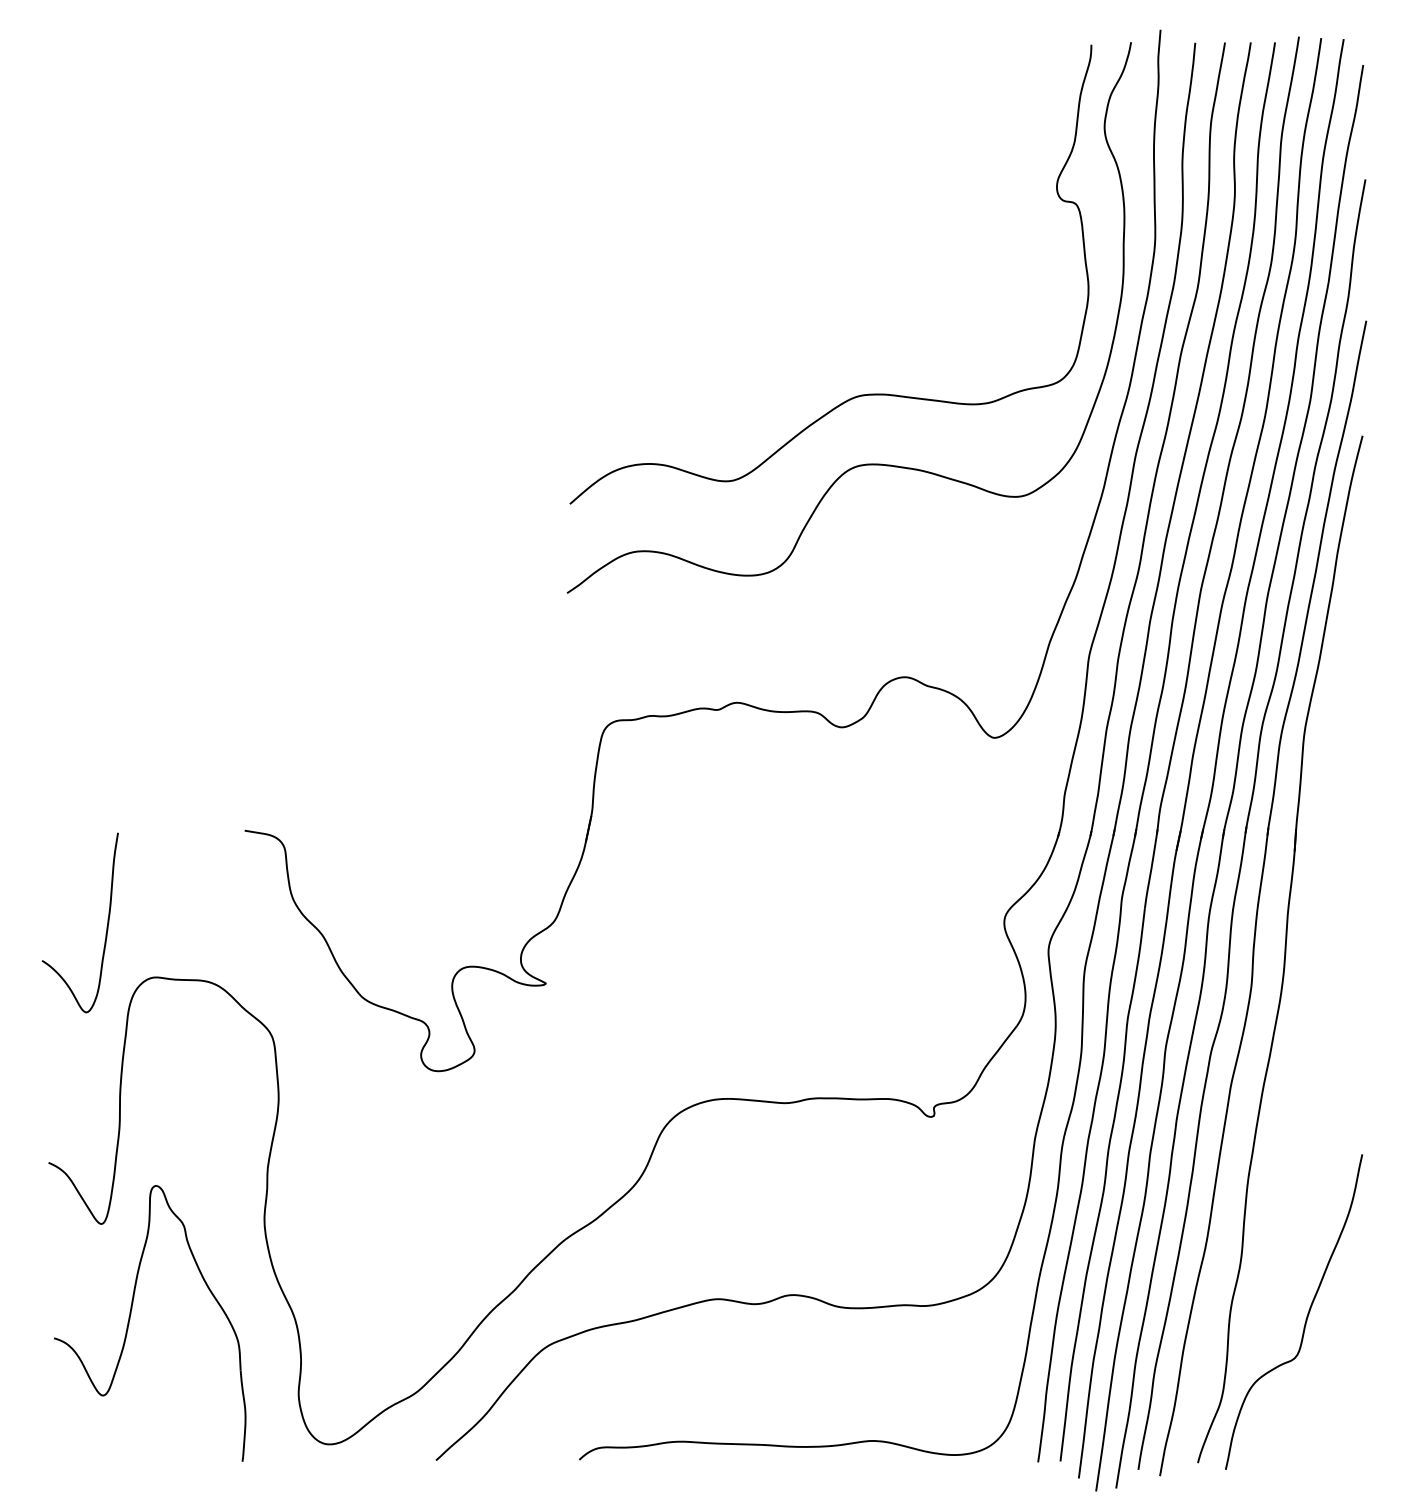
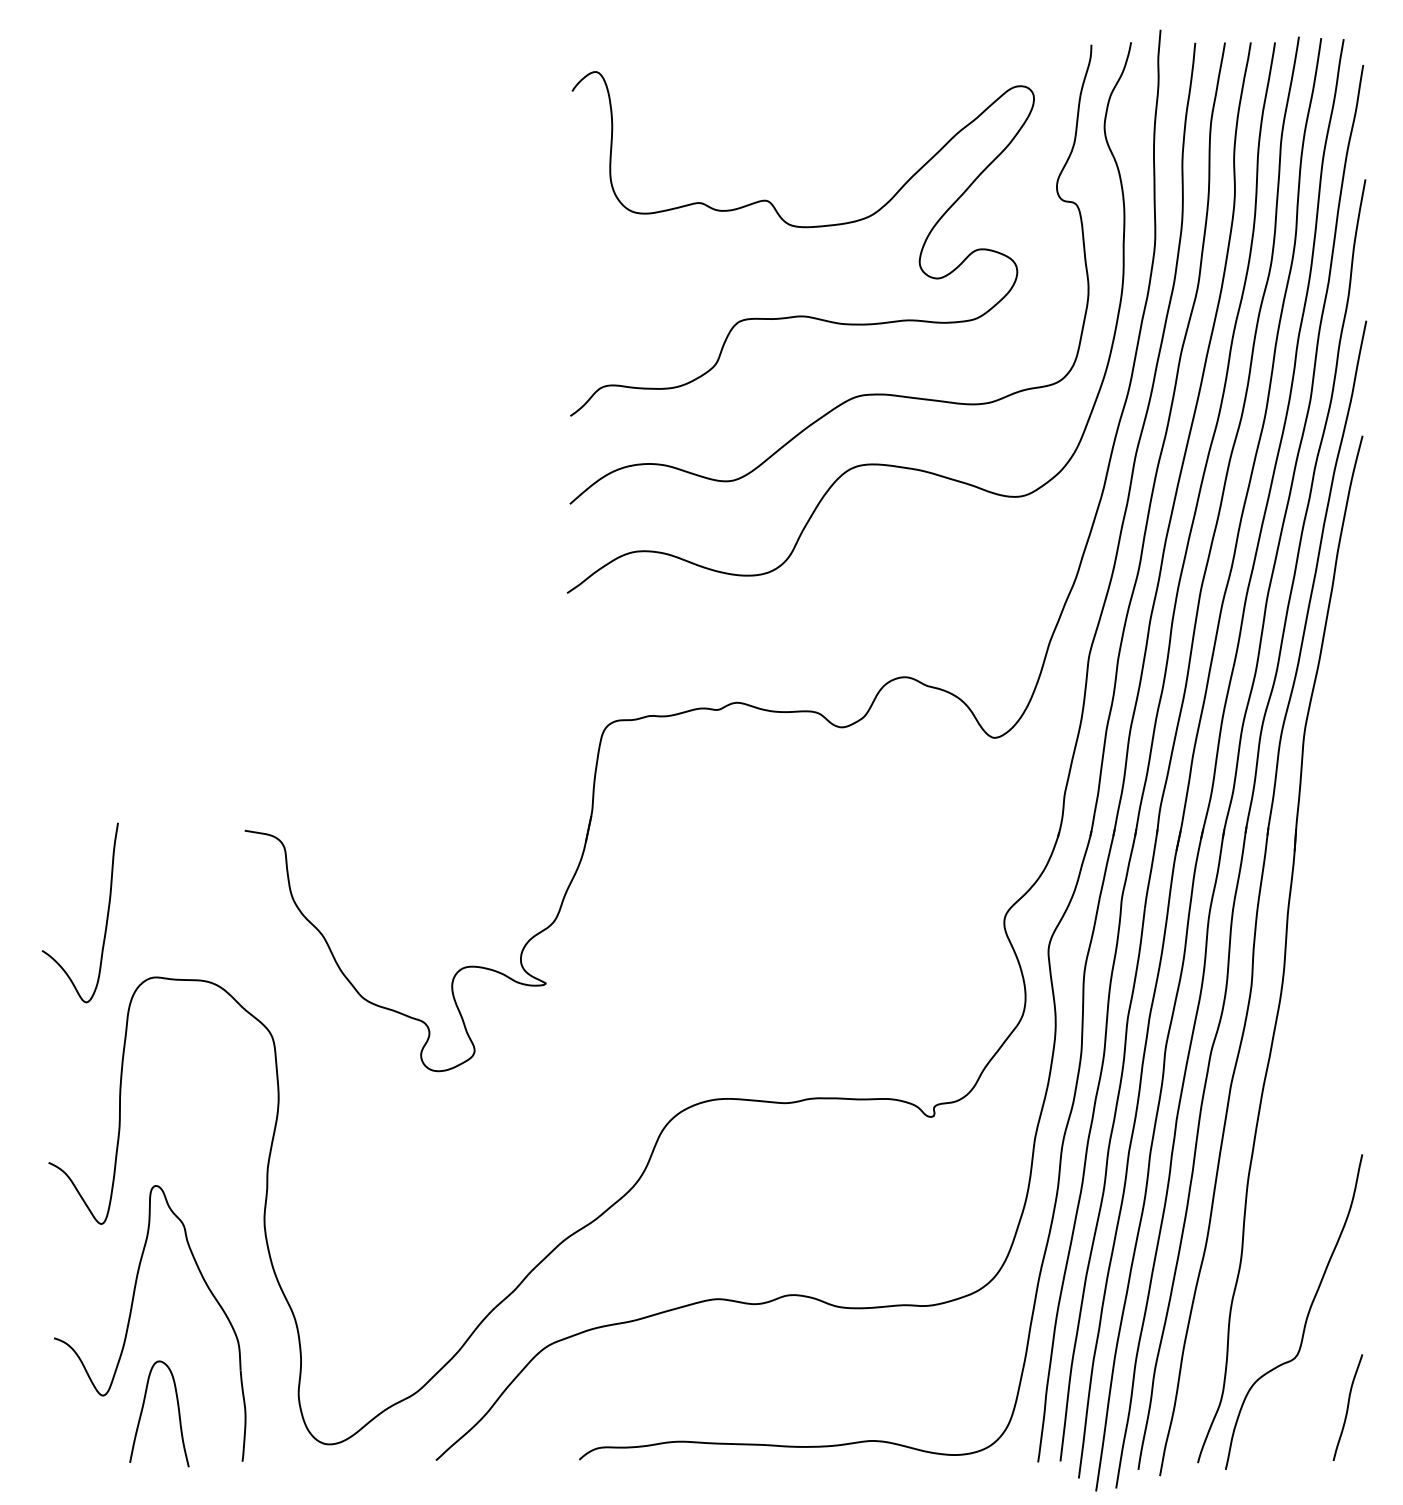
curve at (802, 228): none -> present
curve at (106, 926) position: (106, 926) -> (106, 916)
curve at (1347, 1407): none -> present
curve at (143, 1409): none -> present
